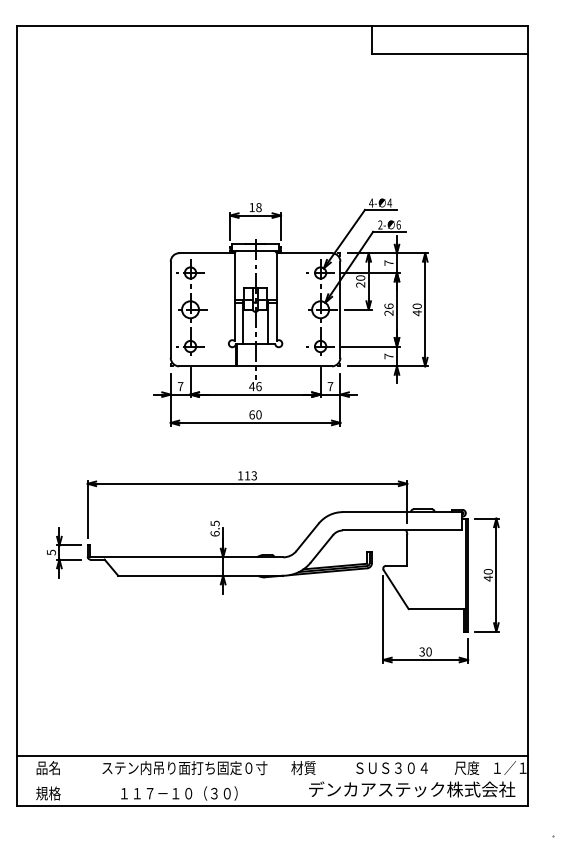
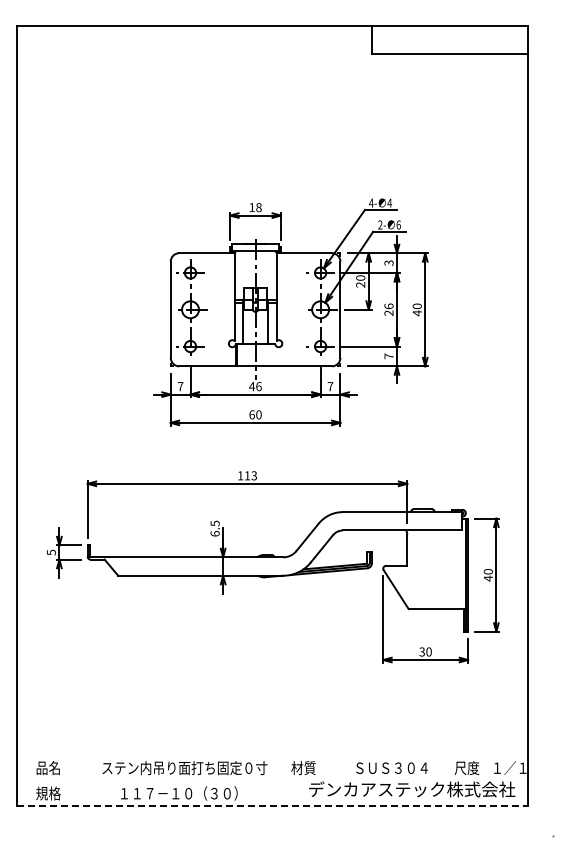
text at (388, 262): 7 -> 3
line at (272, 755): present -> none
line at (272, 806): solid -> dashed
